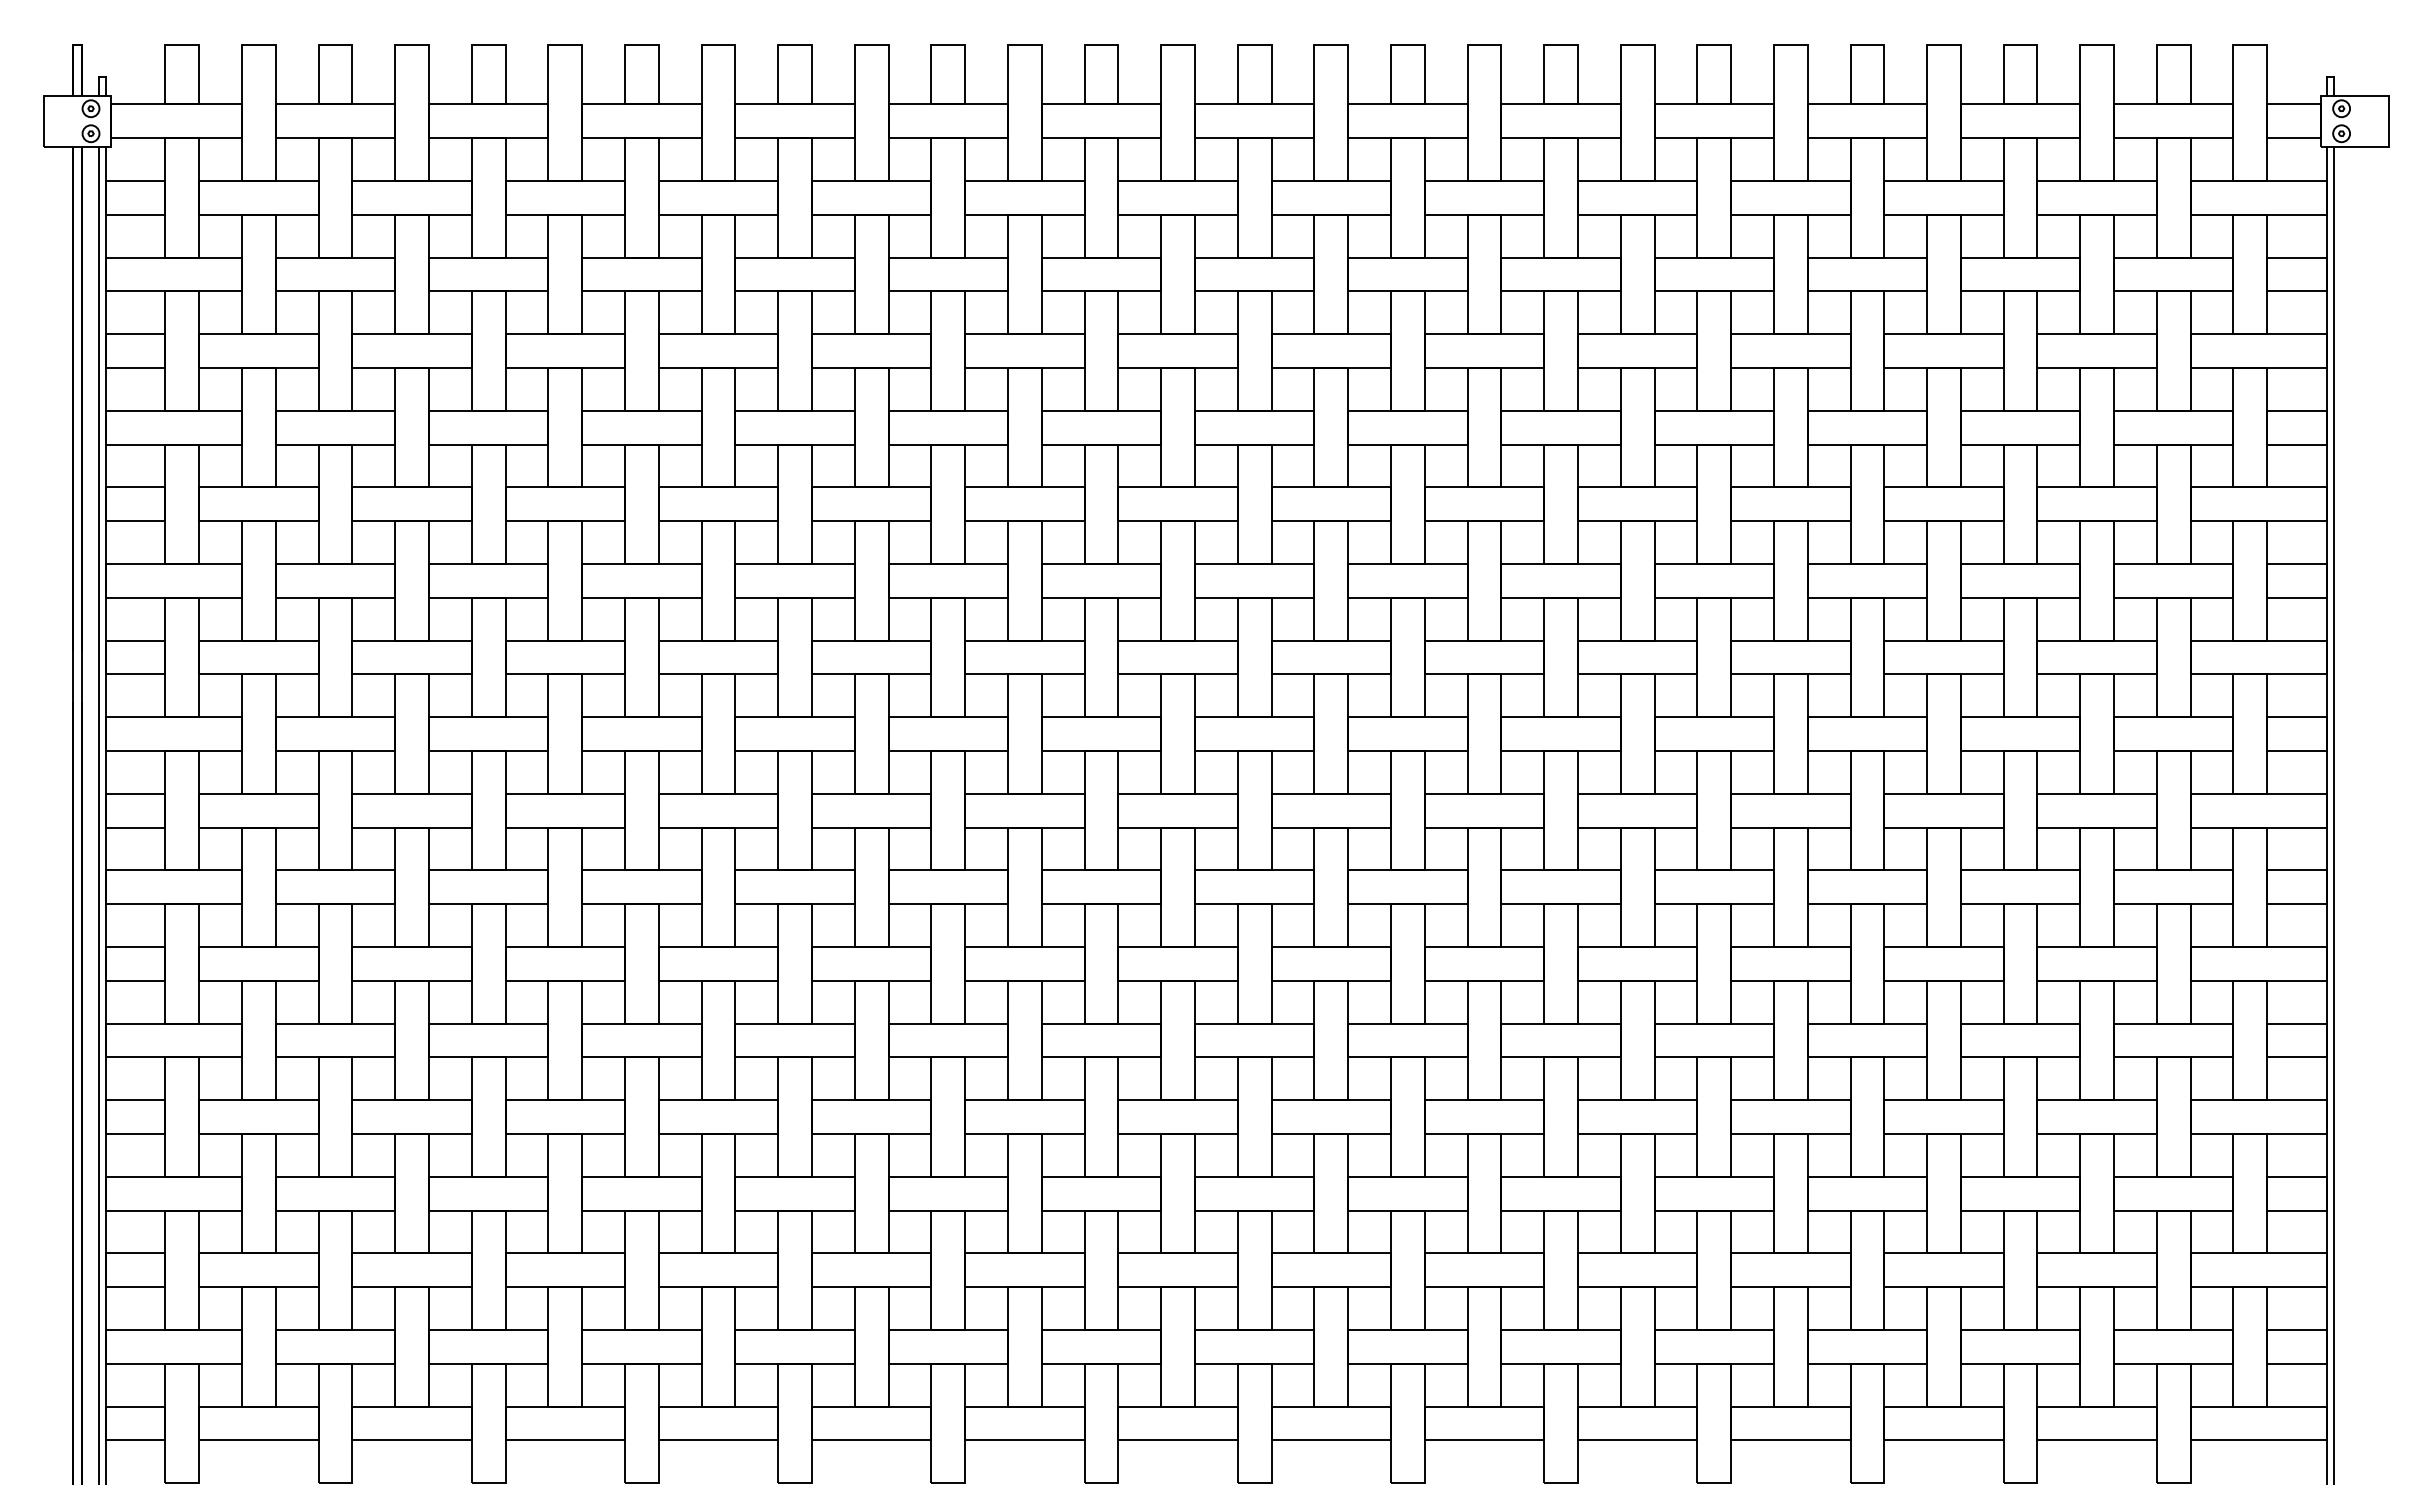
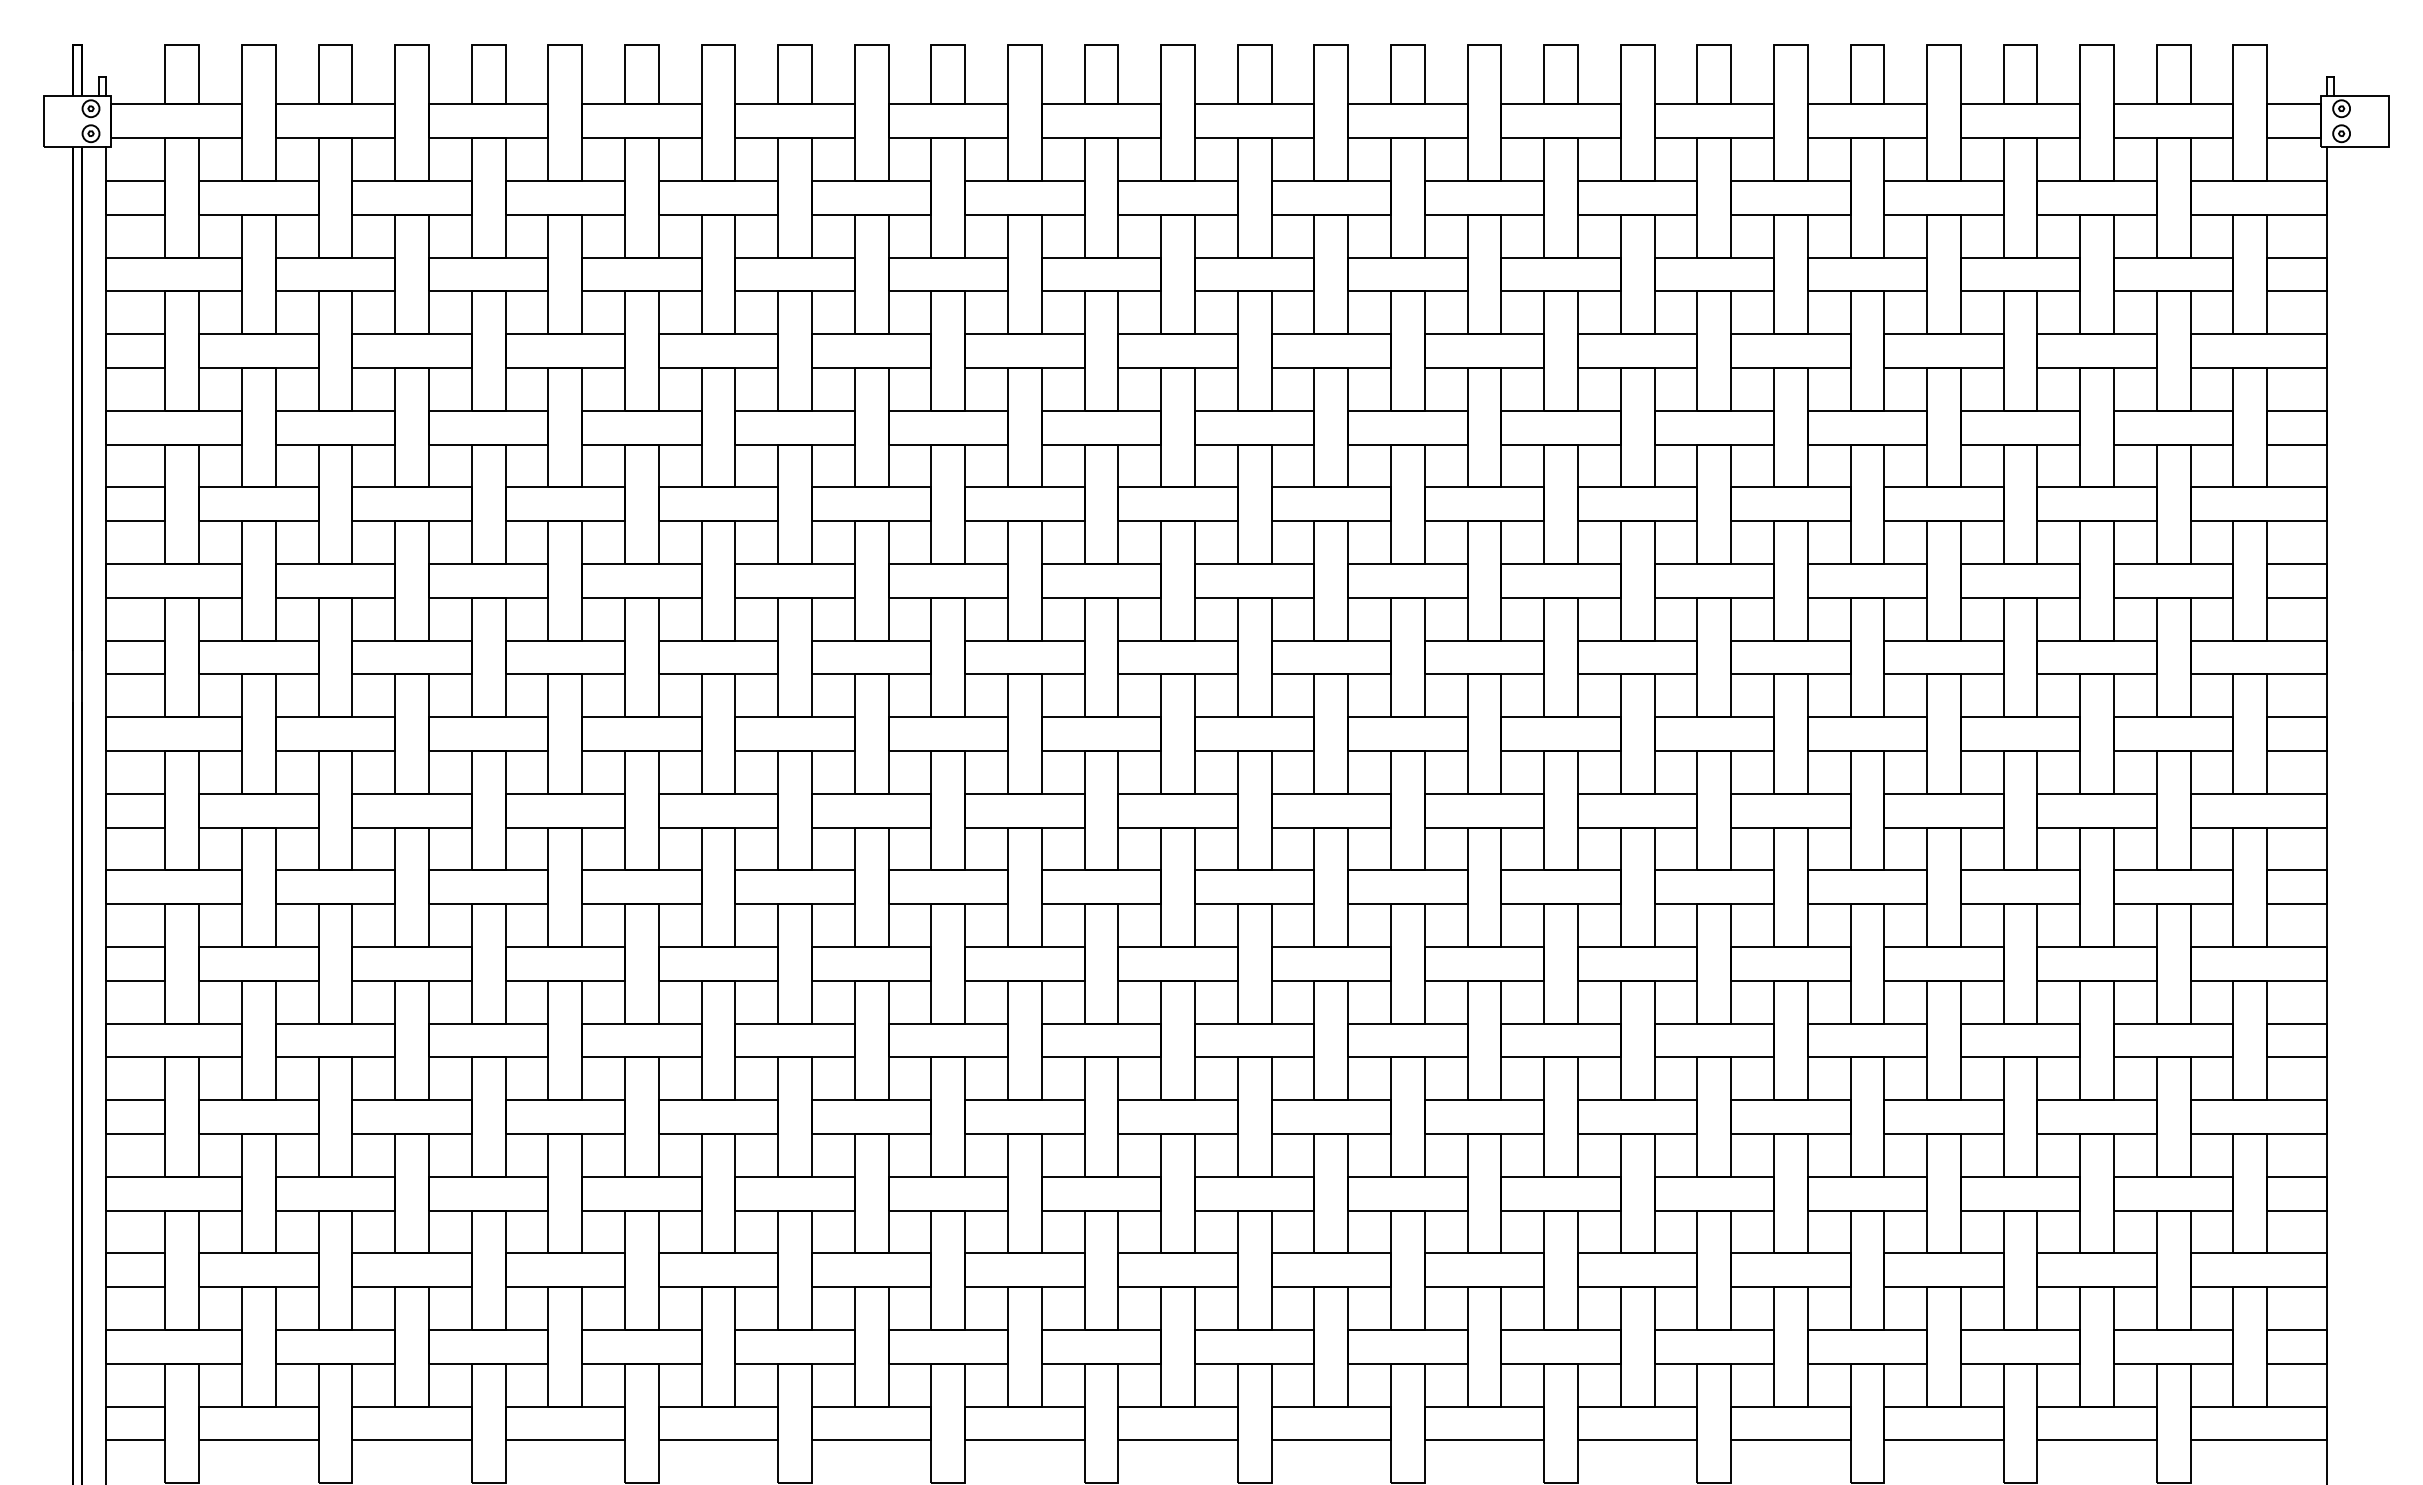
line at (98, 813): present -> none
line at (2333, 813): present -> none
